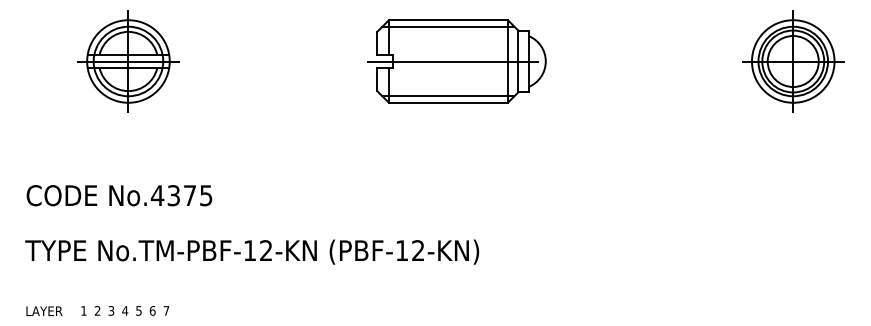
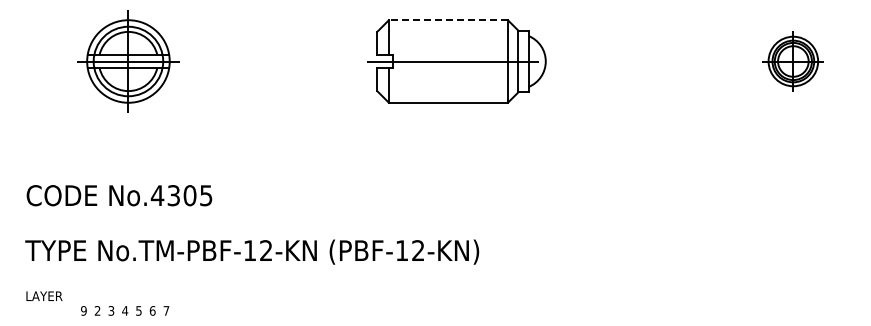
line at (448, 20): solid -> dashed
line at (448, 26): present -> none
part at (793, 61) size: 103x103 px -> 62x61 px
line at (448, 96): present -> none
text at (189, 195): No.4375 -> No.4305
text at (44, 310) position: (44, 310) -> (44, 295)
text at (83, 310): 1 -> 9
